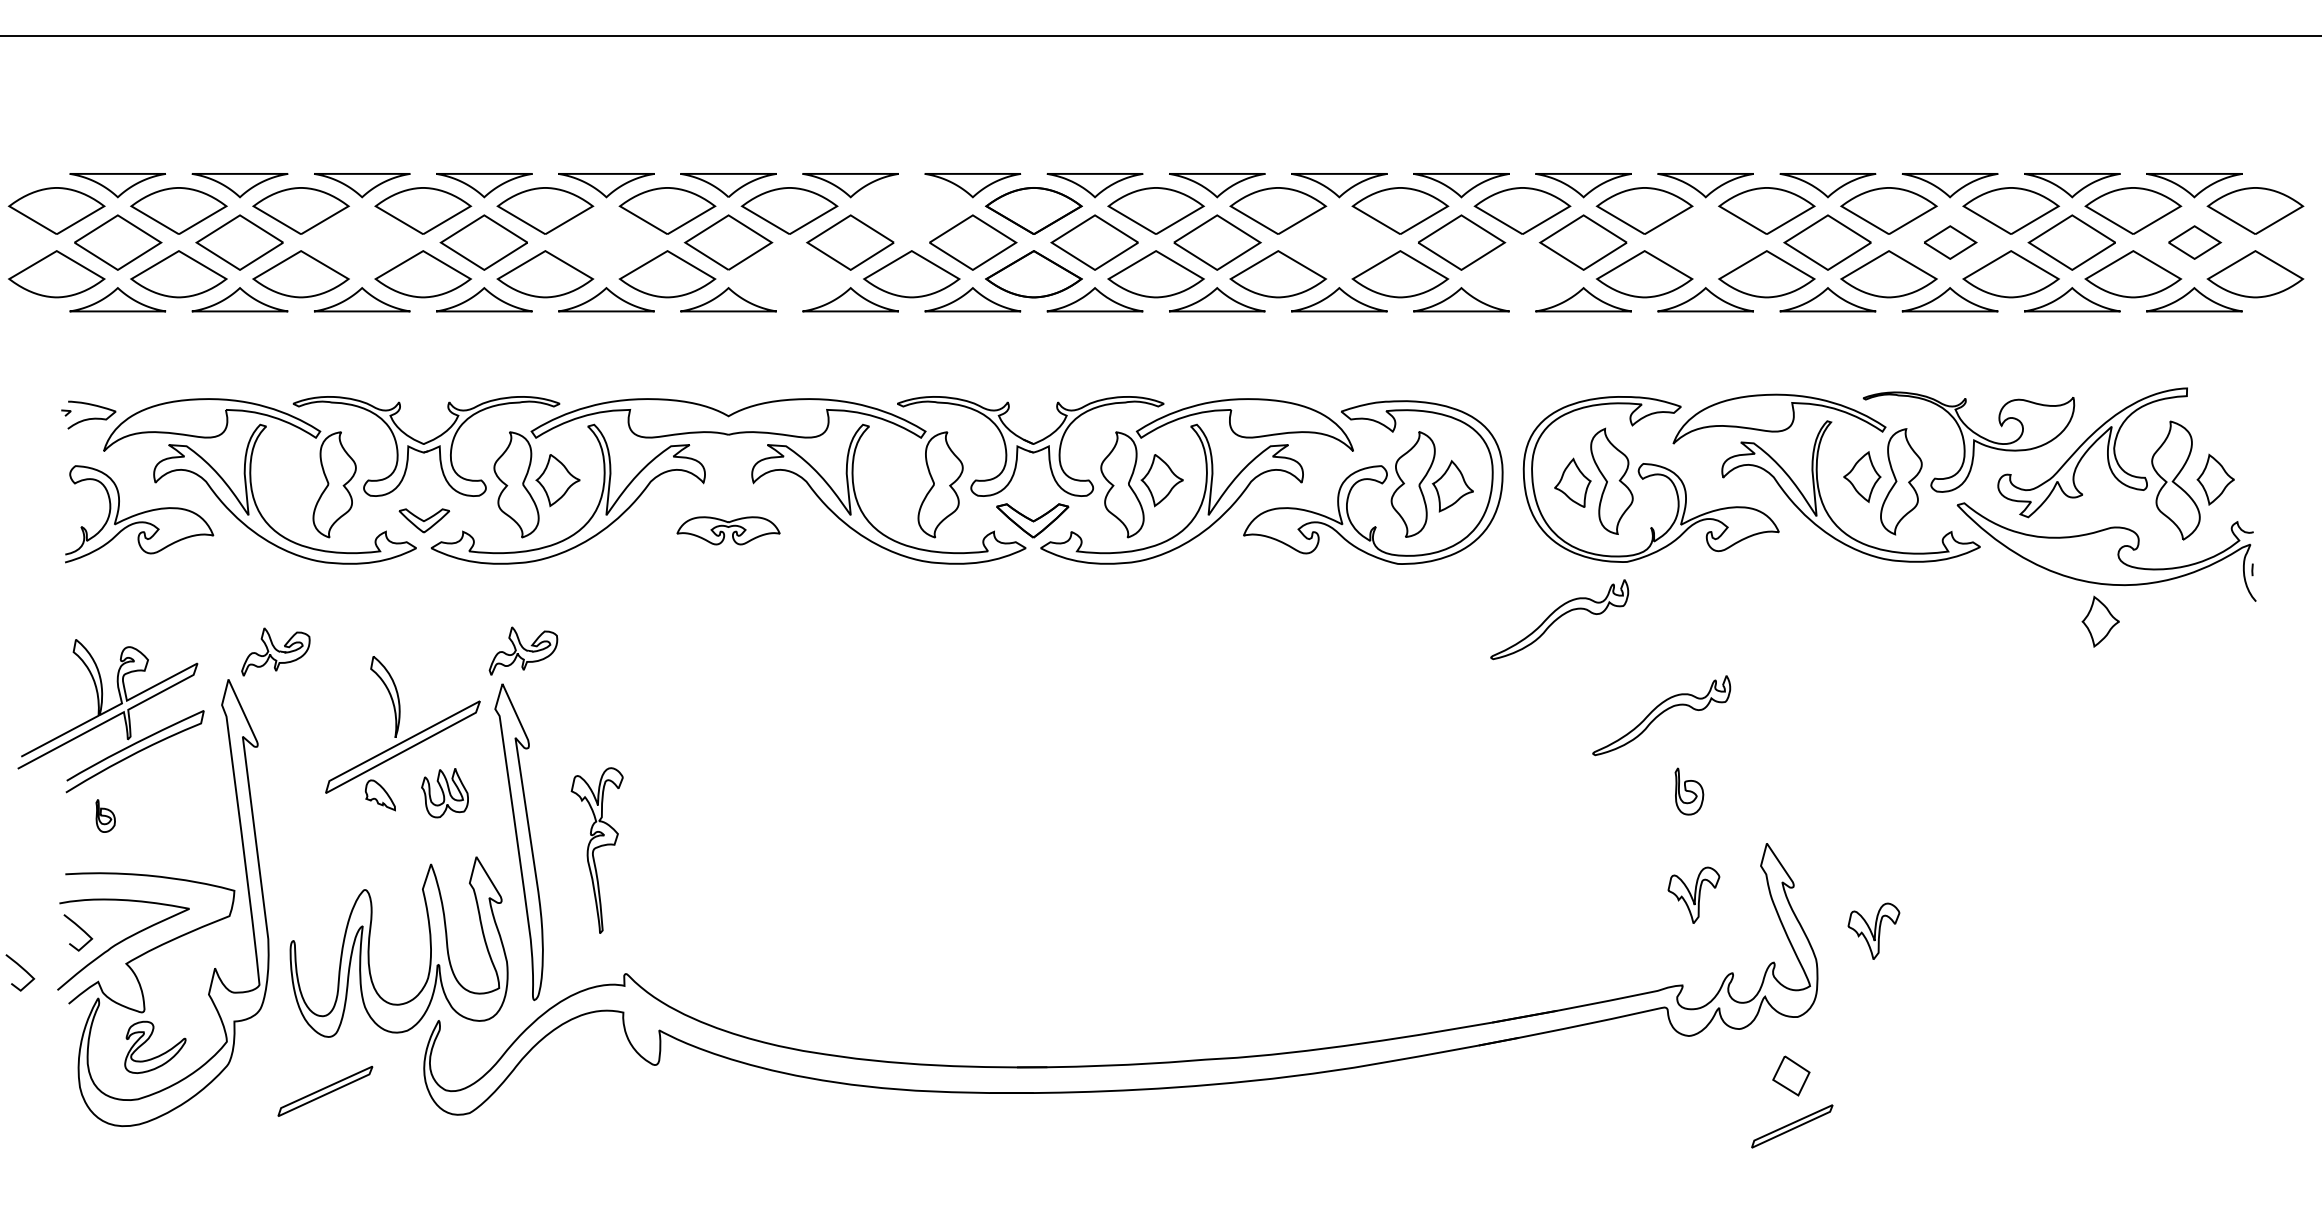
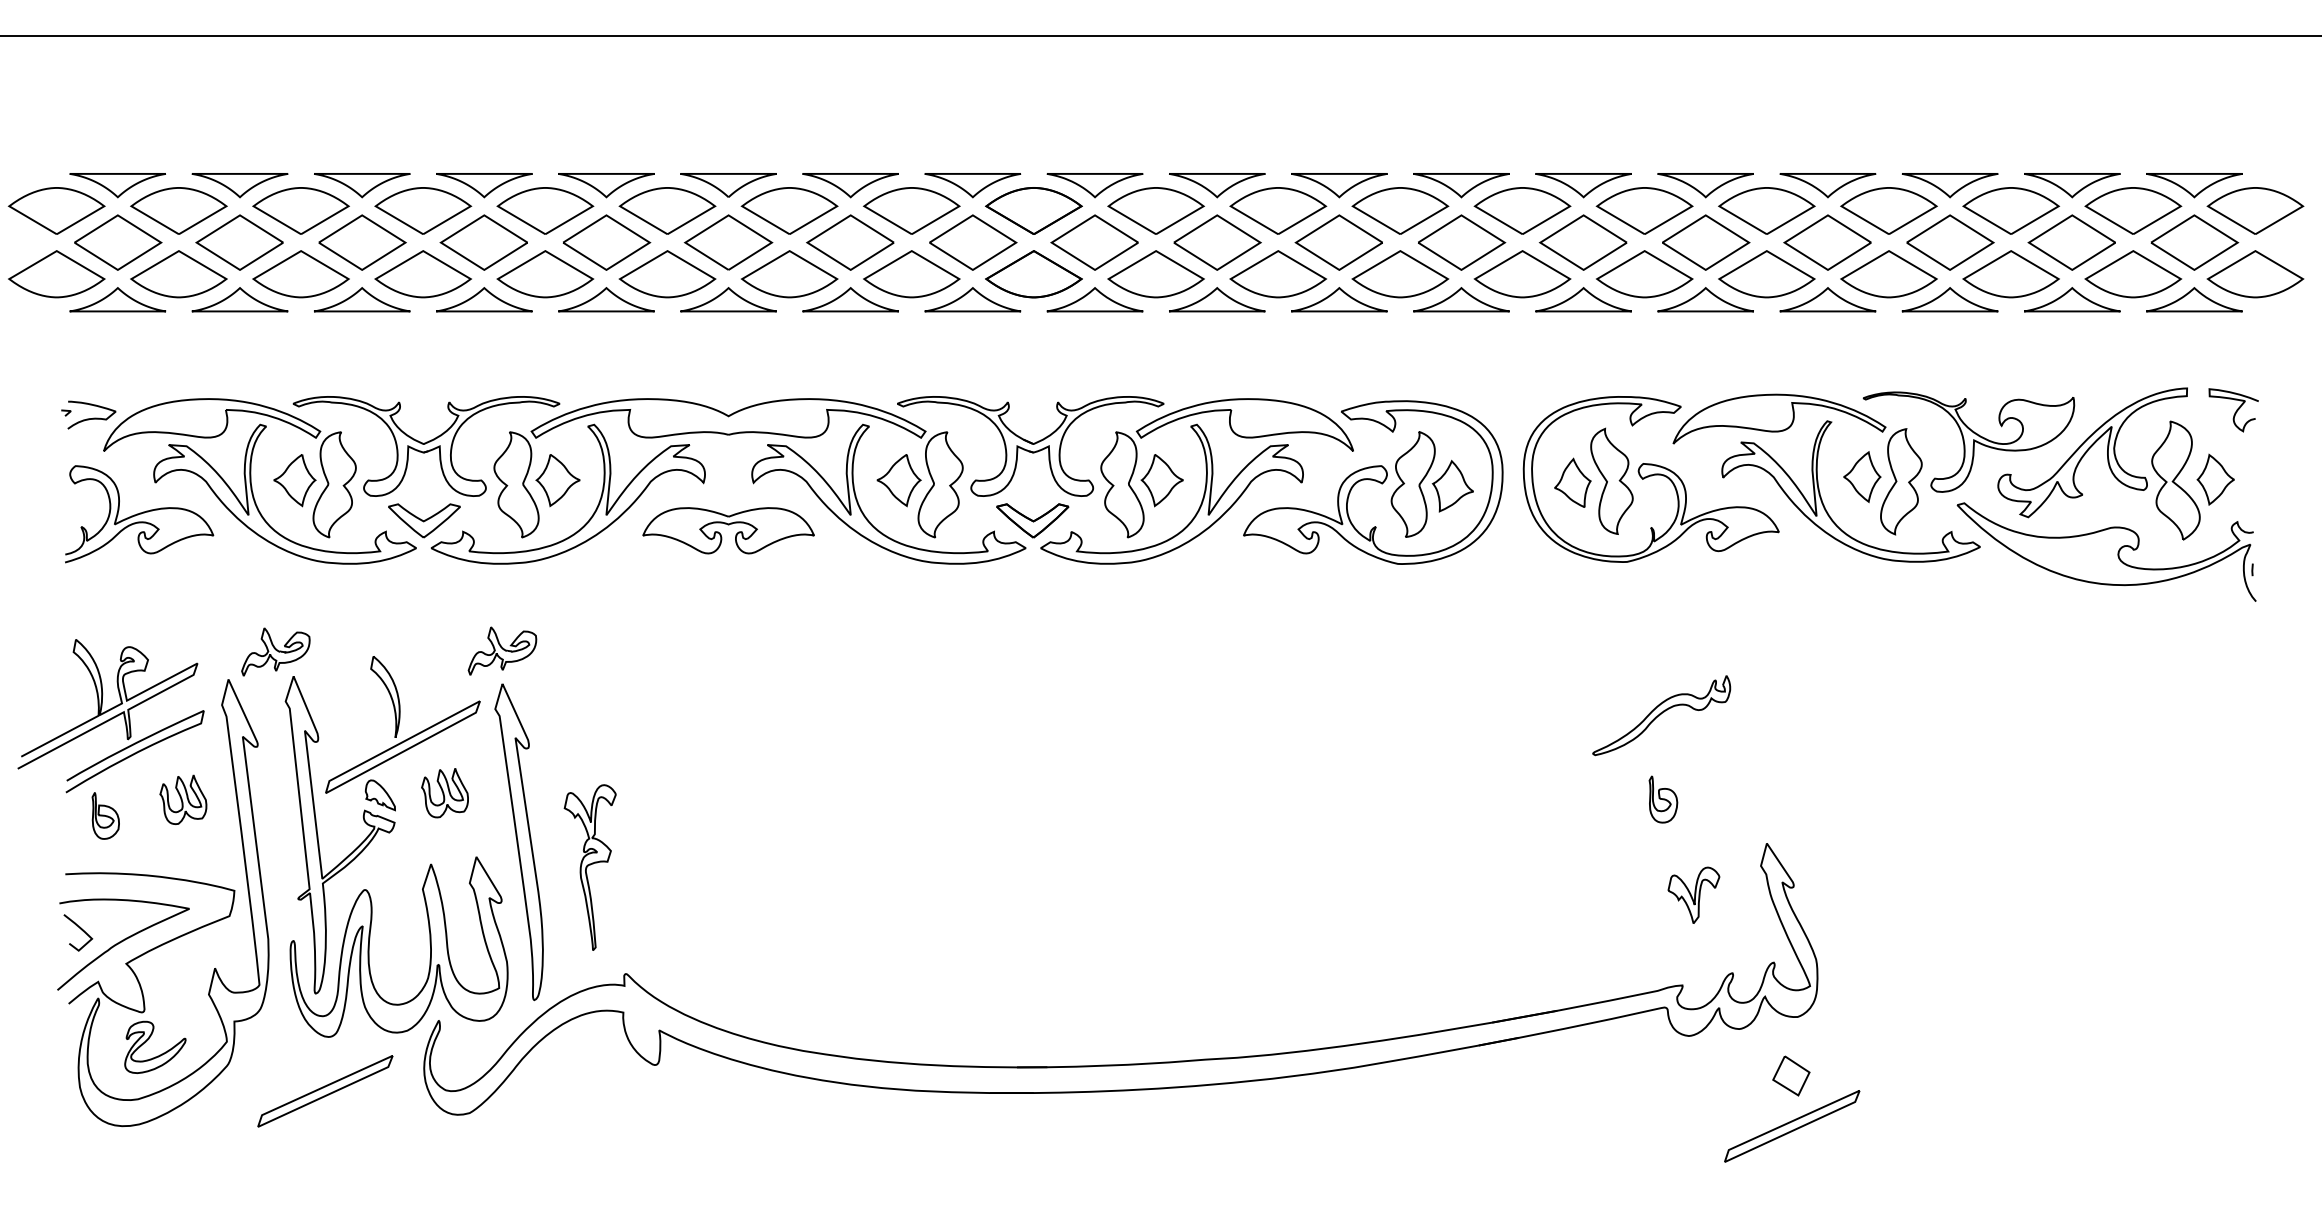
part at (911, 210): none -> present
part at (362, 242): none -> present
part at (606, 242): none -> present
part at (1338, 242): none -> present
part at (1706, 242): none -> present
part at (1950, 242) size: 54x35 px -> 89x57 px
part at (2195, 242) size: 55x35 px -> 90x57 px
part at (789, 274): none -> present
part at (1522, 274): none -> present
curve at (2235, 411): none -> present
part at (294, 480): none -> present
part at (898, 480): none -> present
part at (424, 520) size: 53x26 px -> 73x36 px
part at (728, 530) size: 105x30 px -> 173x48 px
part at (1559, 619): present -> none
part at (2100, 621): present -> none
part at (523, 650) position: (523, 650) -> (502, 650)
part at (1689, 791) position: (1689, 791) -> (1663, 799)
part at (183, 799): none -> present
part at (105, 815) size: 21x34 px -> 29x48 px
part at (354, 849): none -> present
part at (596, 850) position: (596, 850) -> (589, 867)
part at (1873, 930): present -> none
curve at (22, 969): present -> none
part at (325, 1091) size: 97x51 px -> 137x73 px
part at (1792, 1126) size: 83x45 px -> 137x73 px
